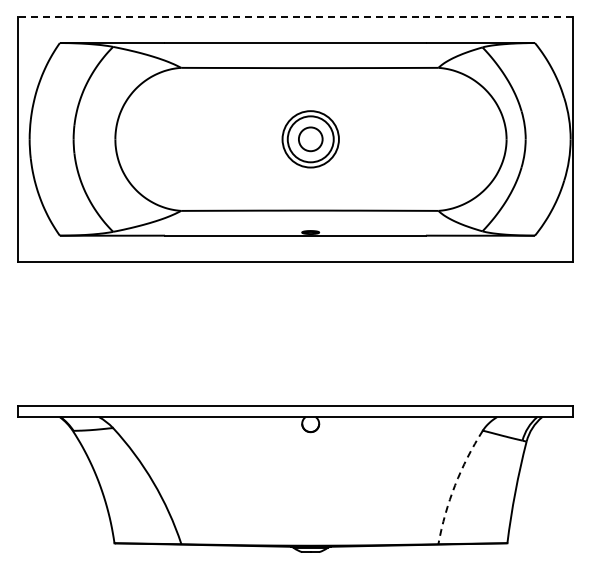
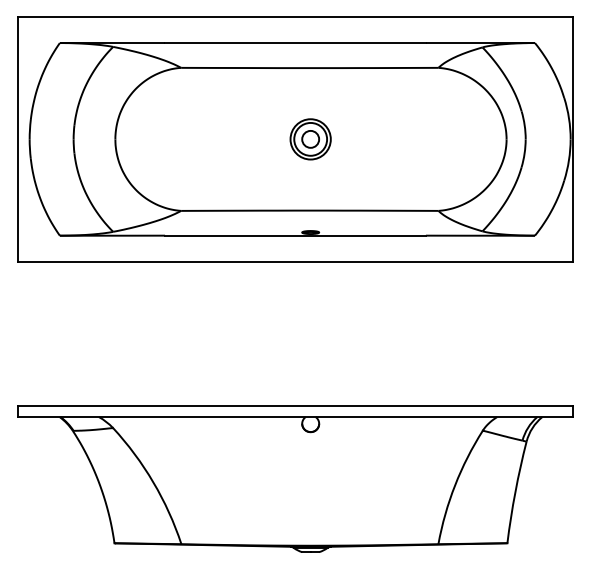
line at (295, 16): dashed -> solid
part at (310, 139) size: 59x59 px -> 43x43 px
arc at (455, 485): dashed -> solid
